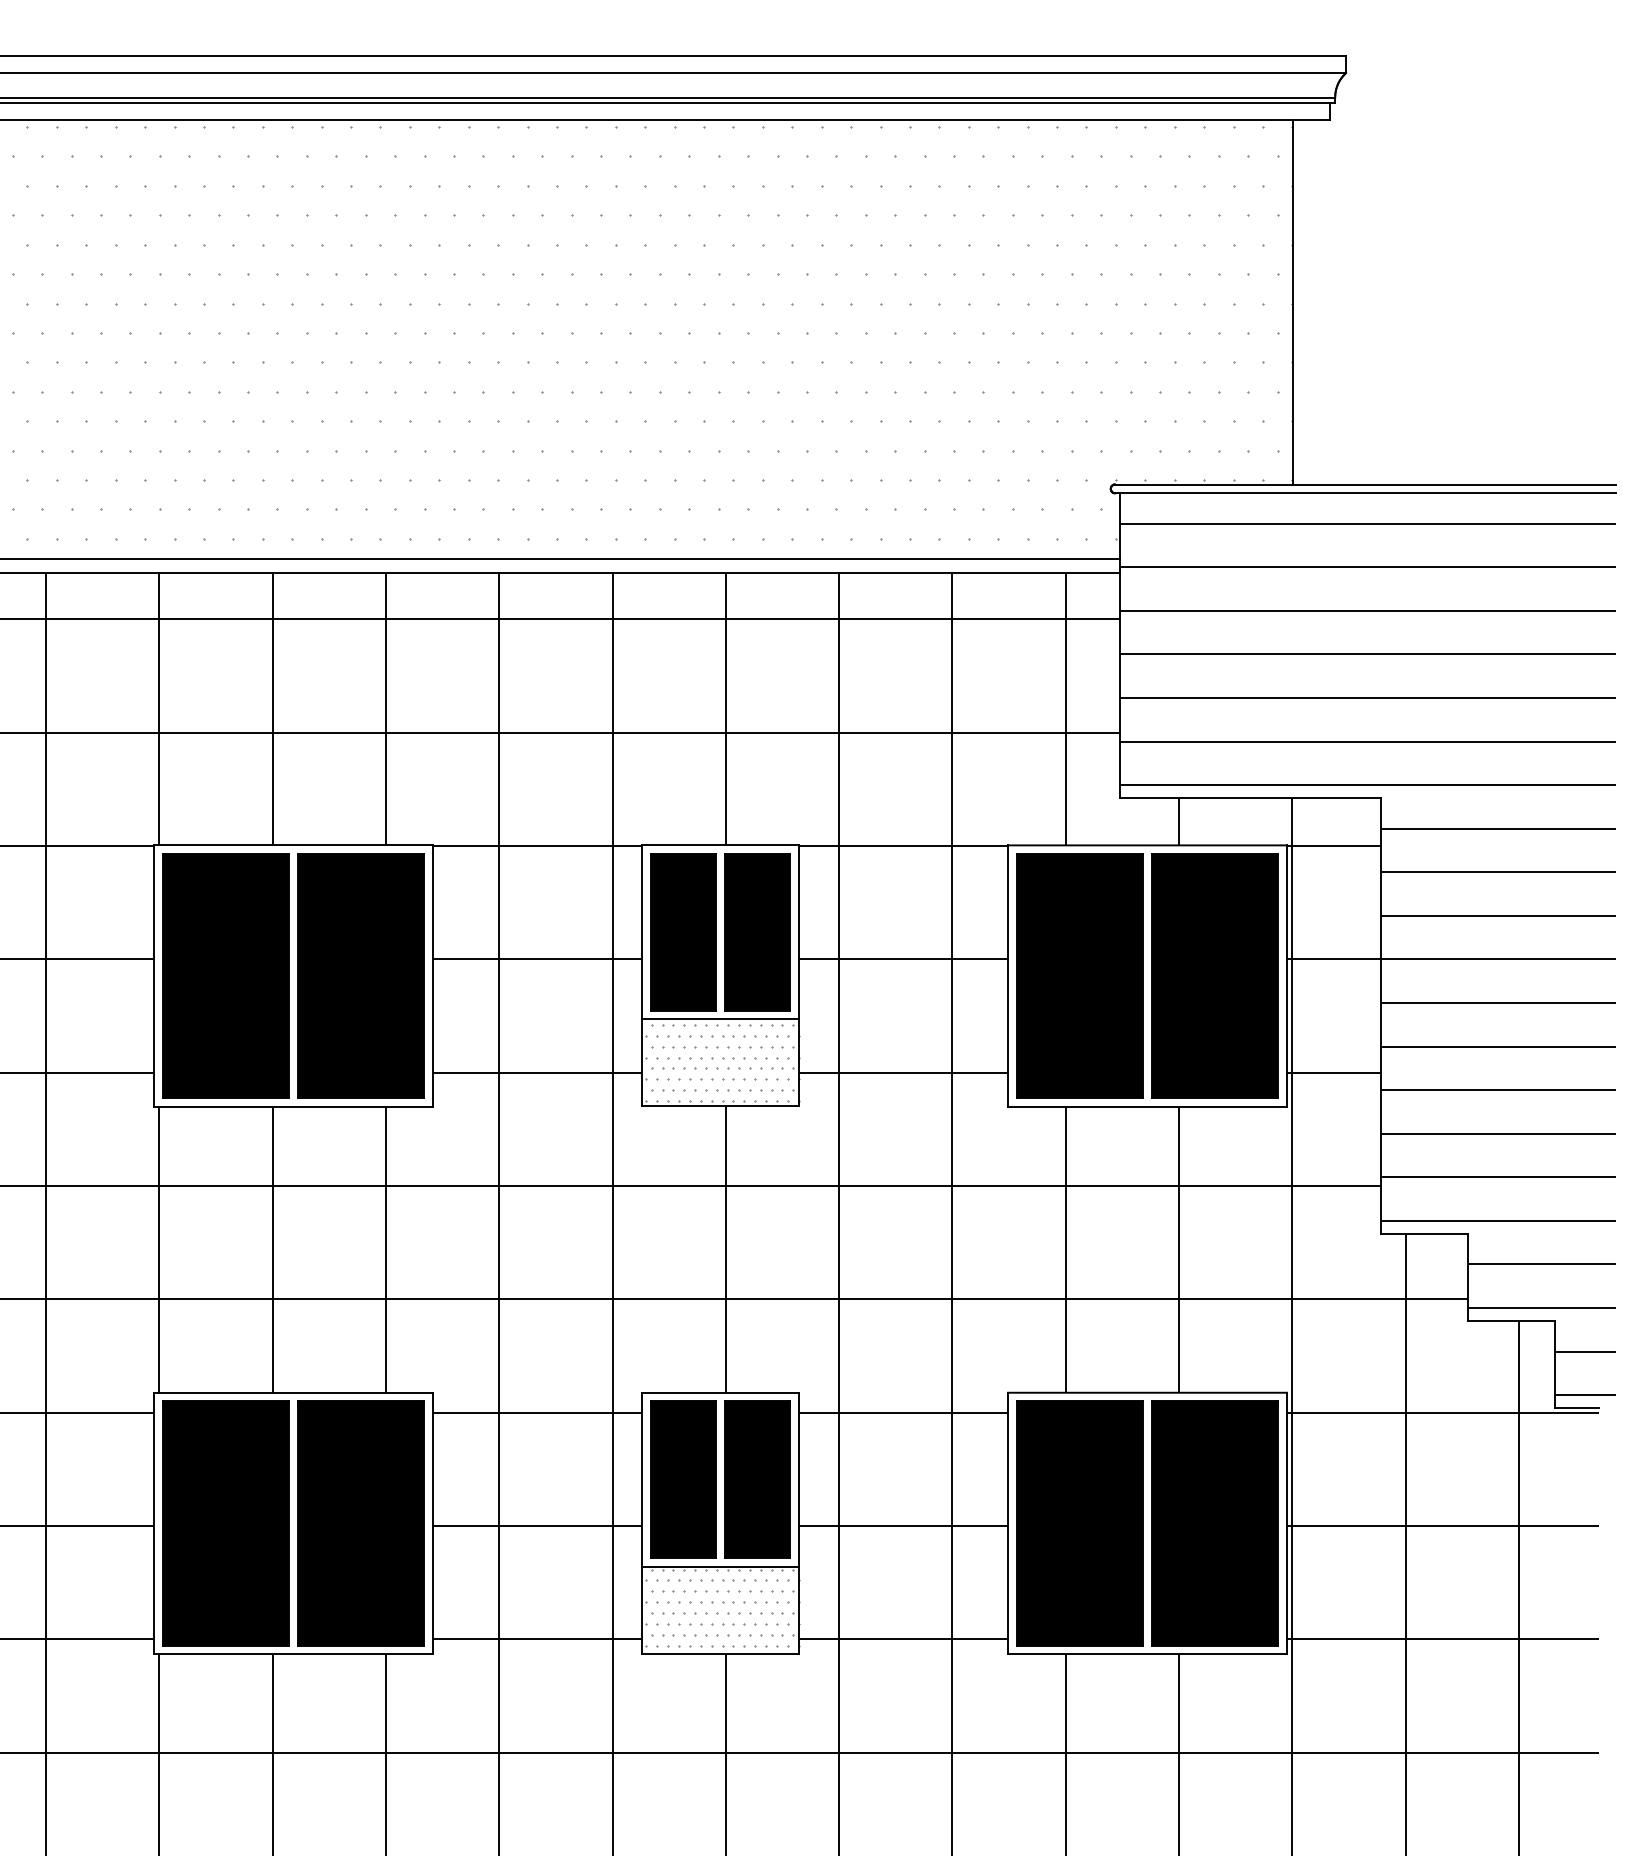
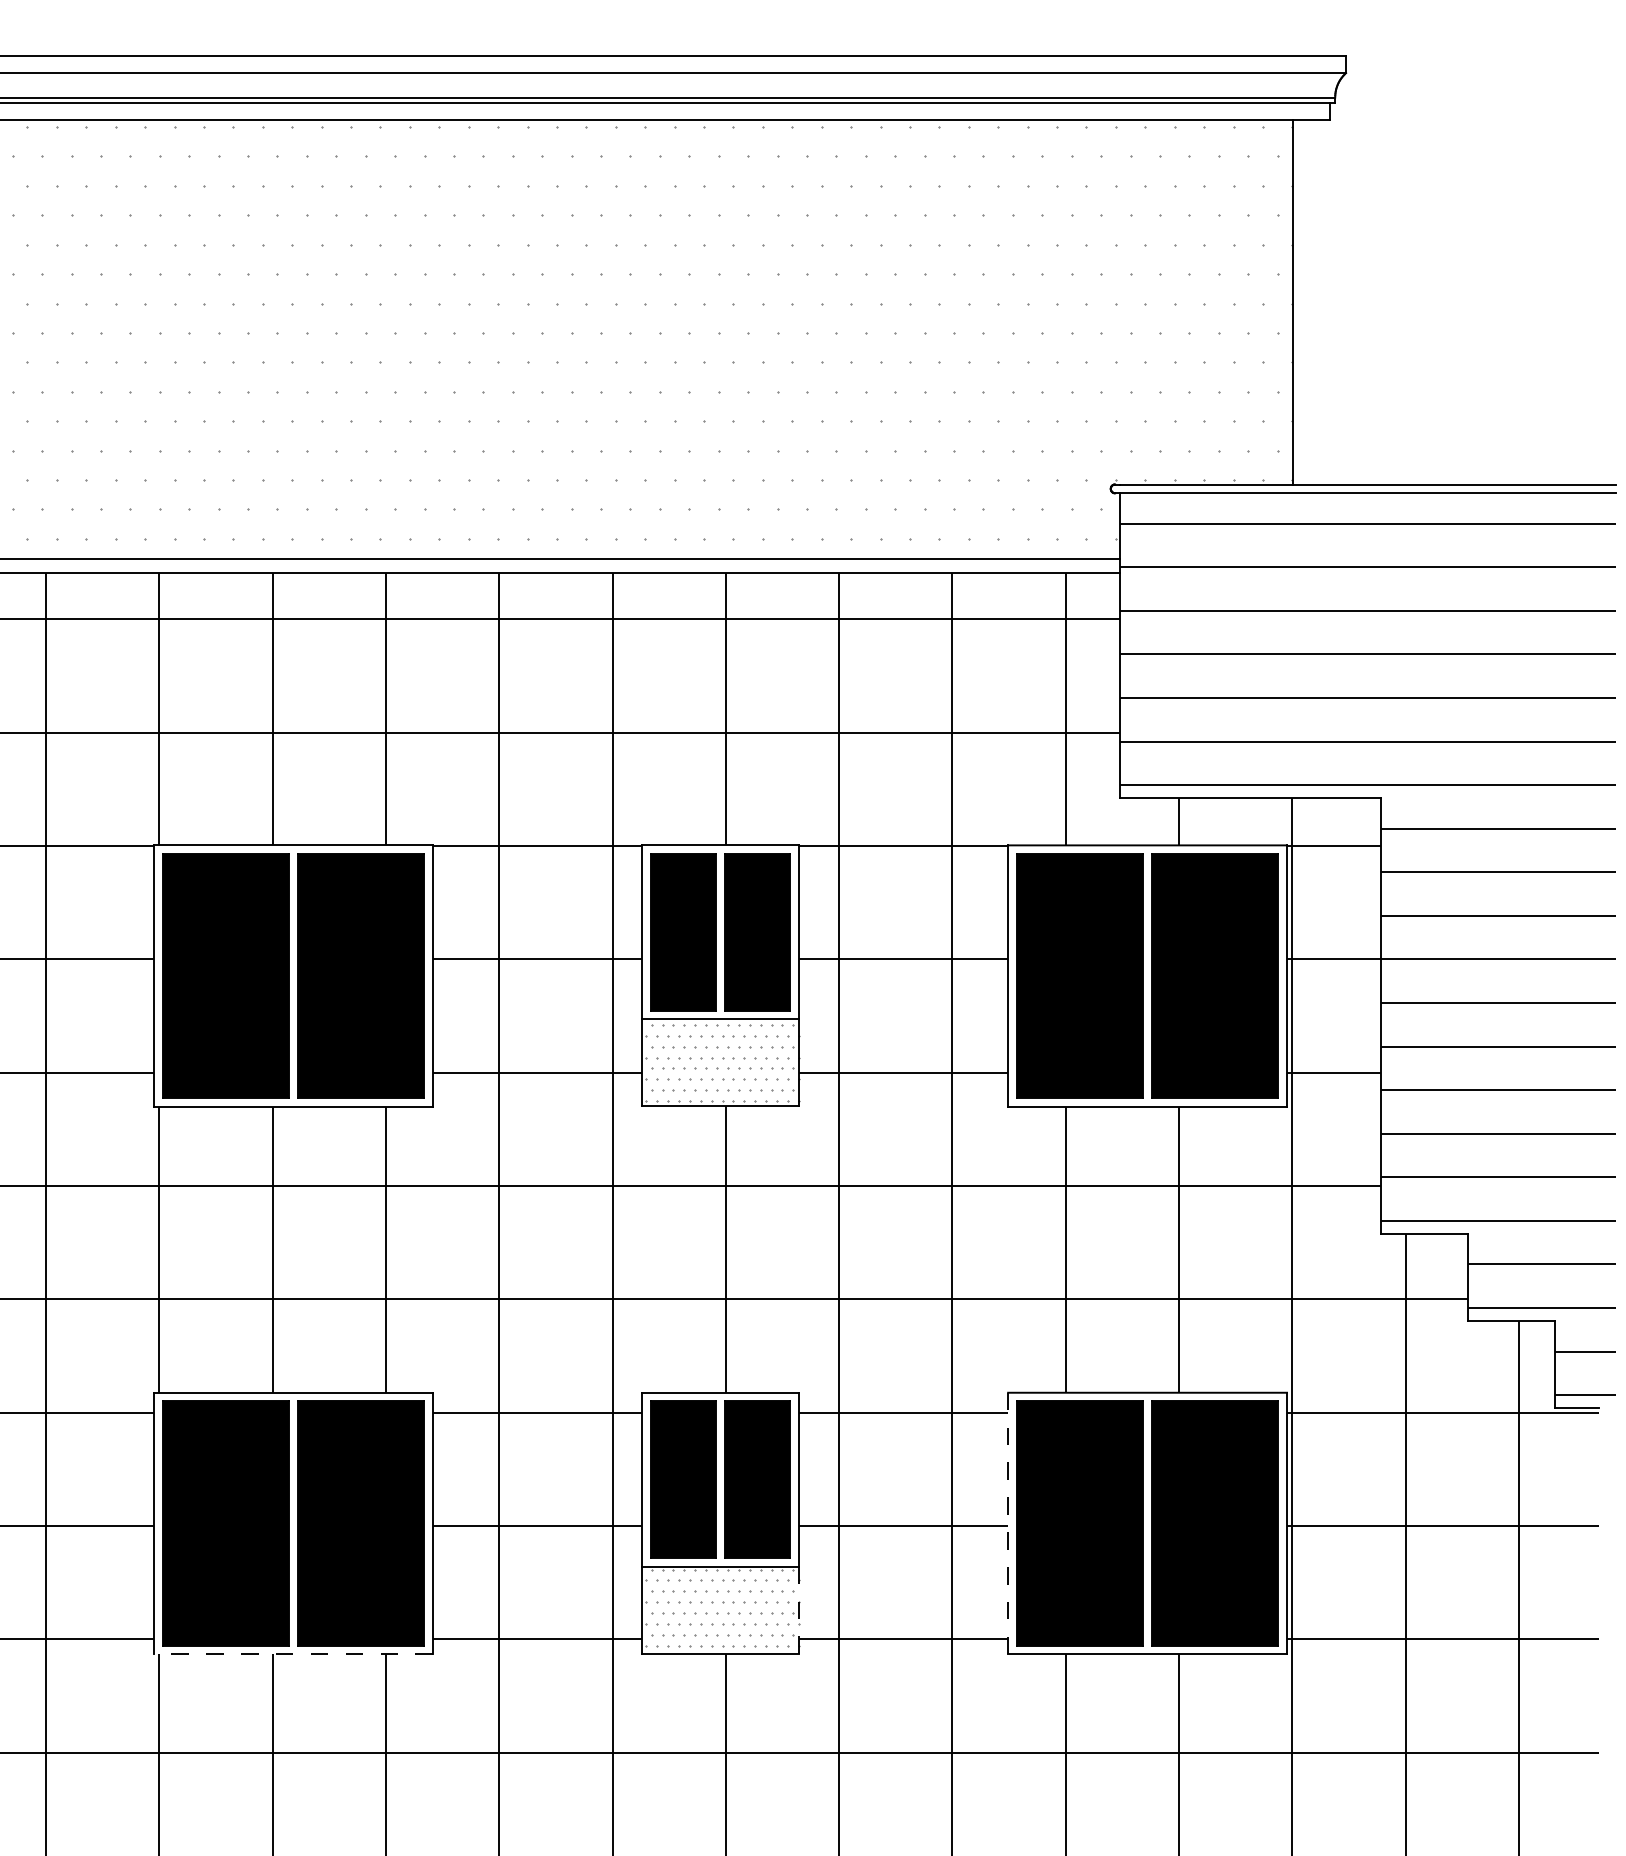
line at (1008, 1523): solid -> dashed
line at (798, 1610): solid -> dashed
line at (292, 1654): solid -> dashed
